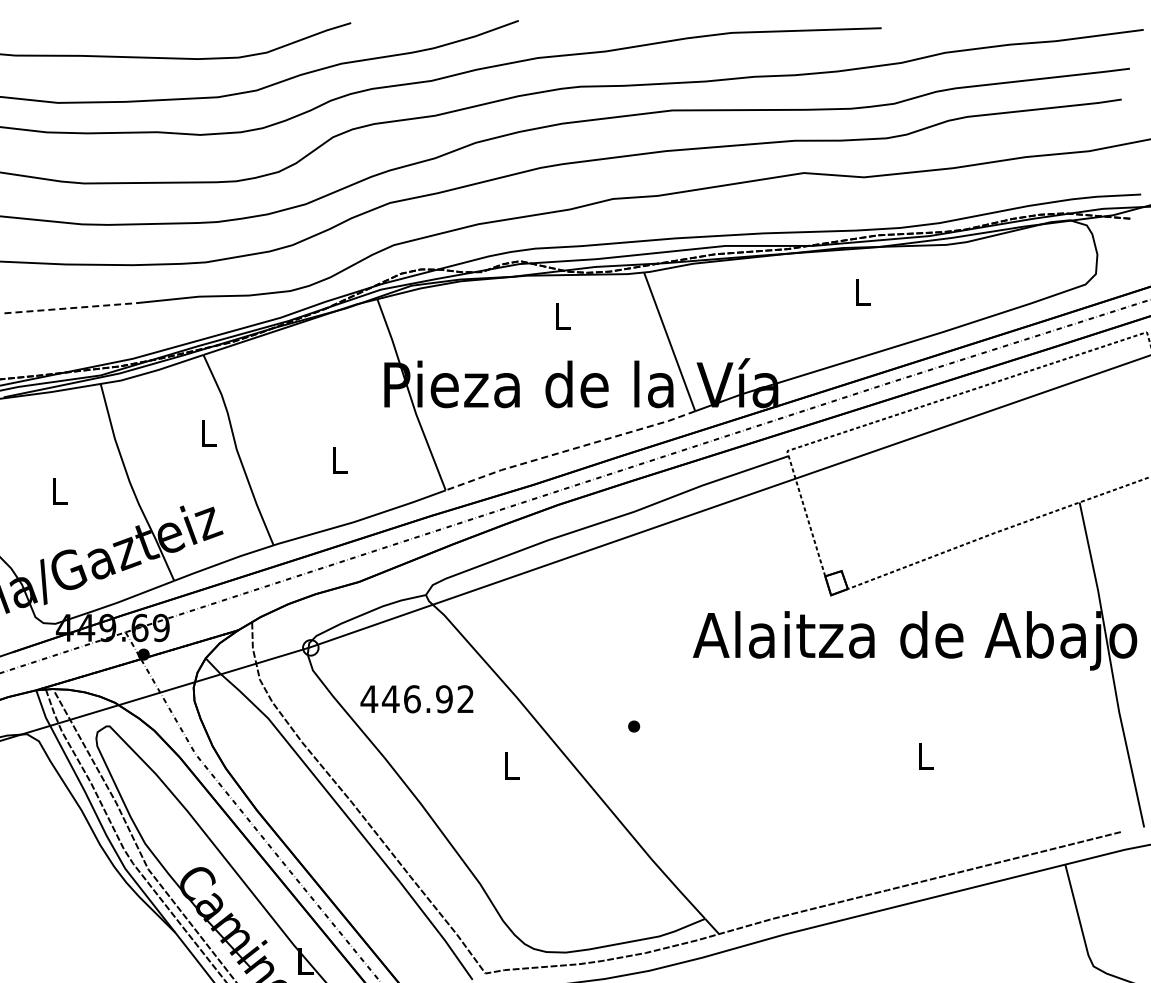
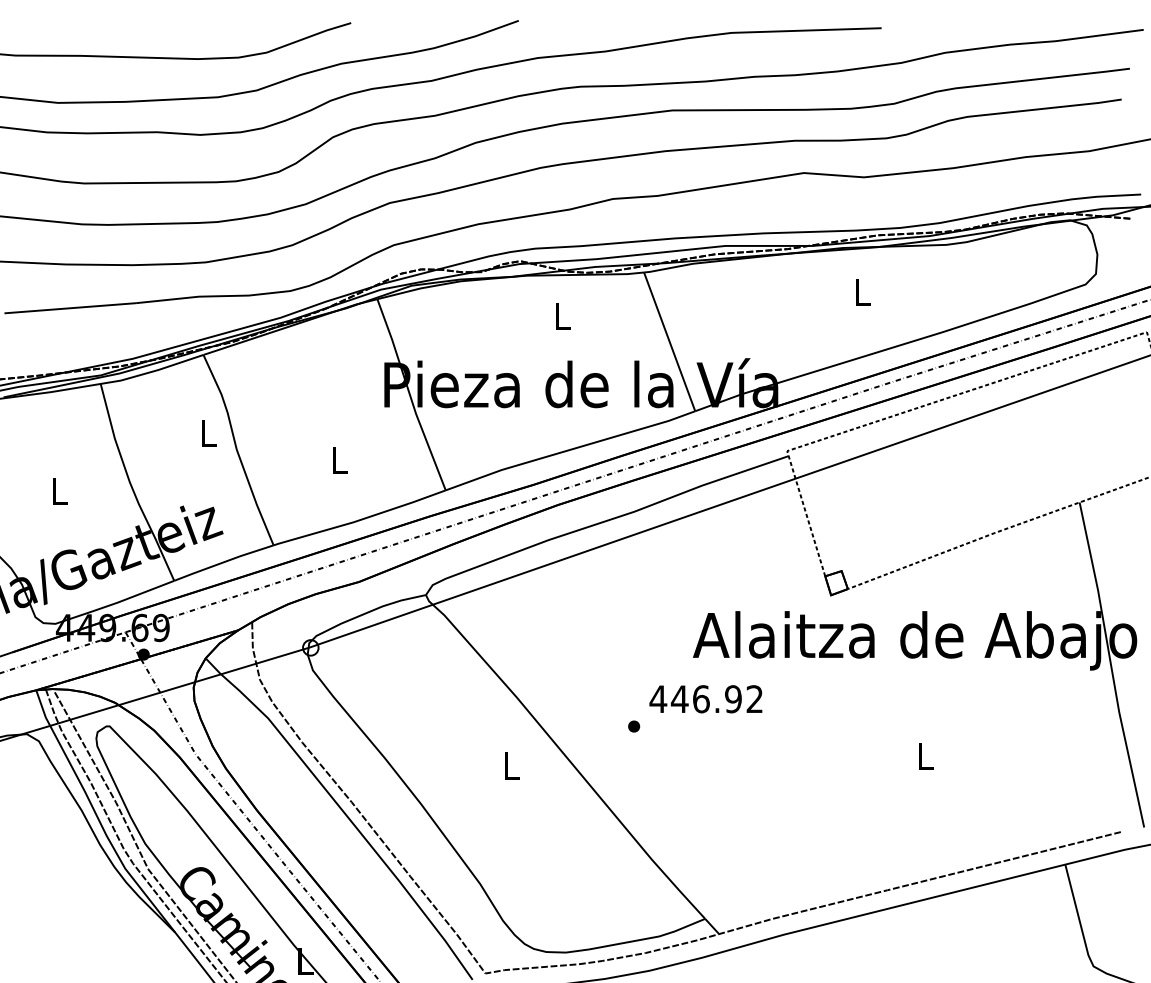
line at (70, 308): dashed -> solid
line at (570, 449): dashed -> solid
text at (416, 699) position: (416, 699) -> (705, 699)
